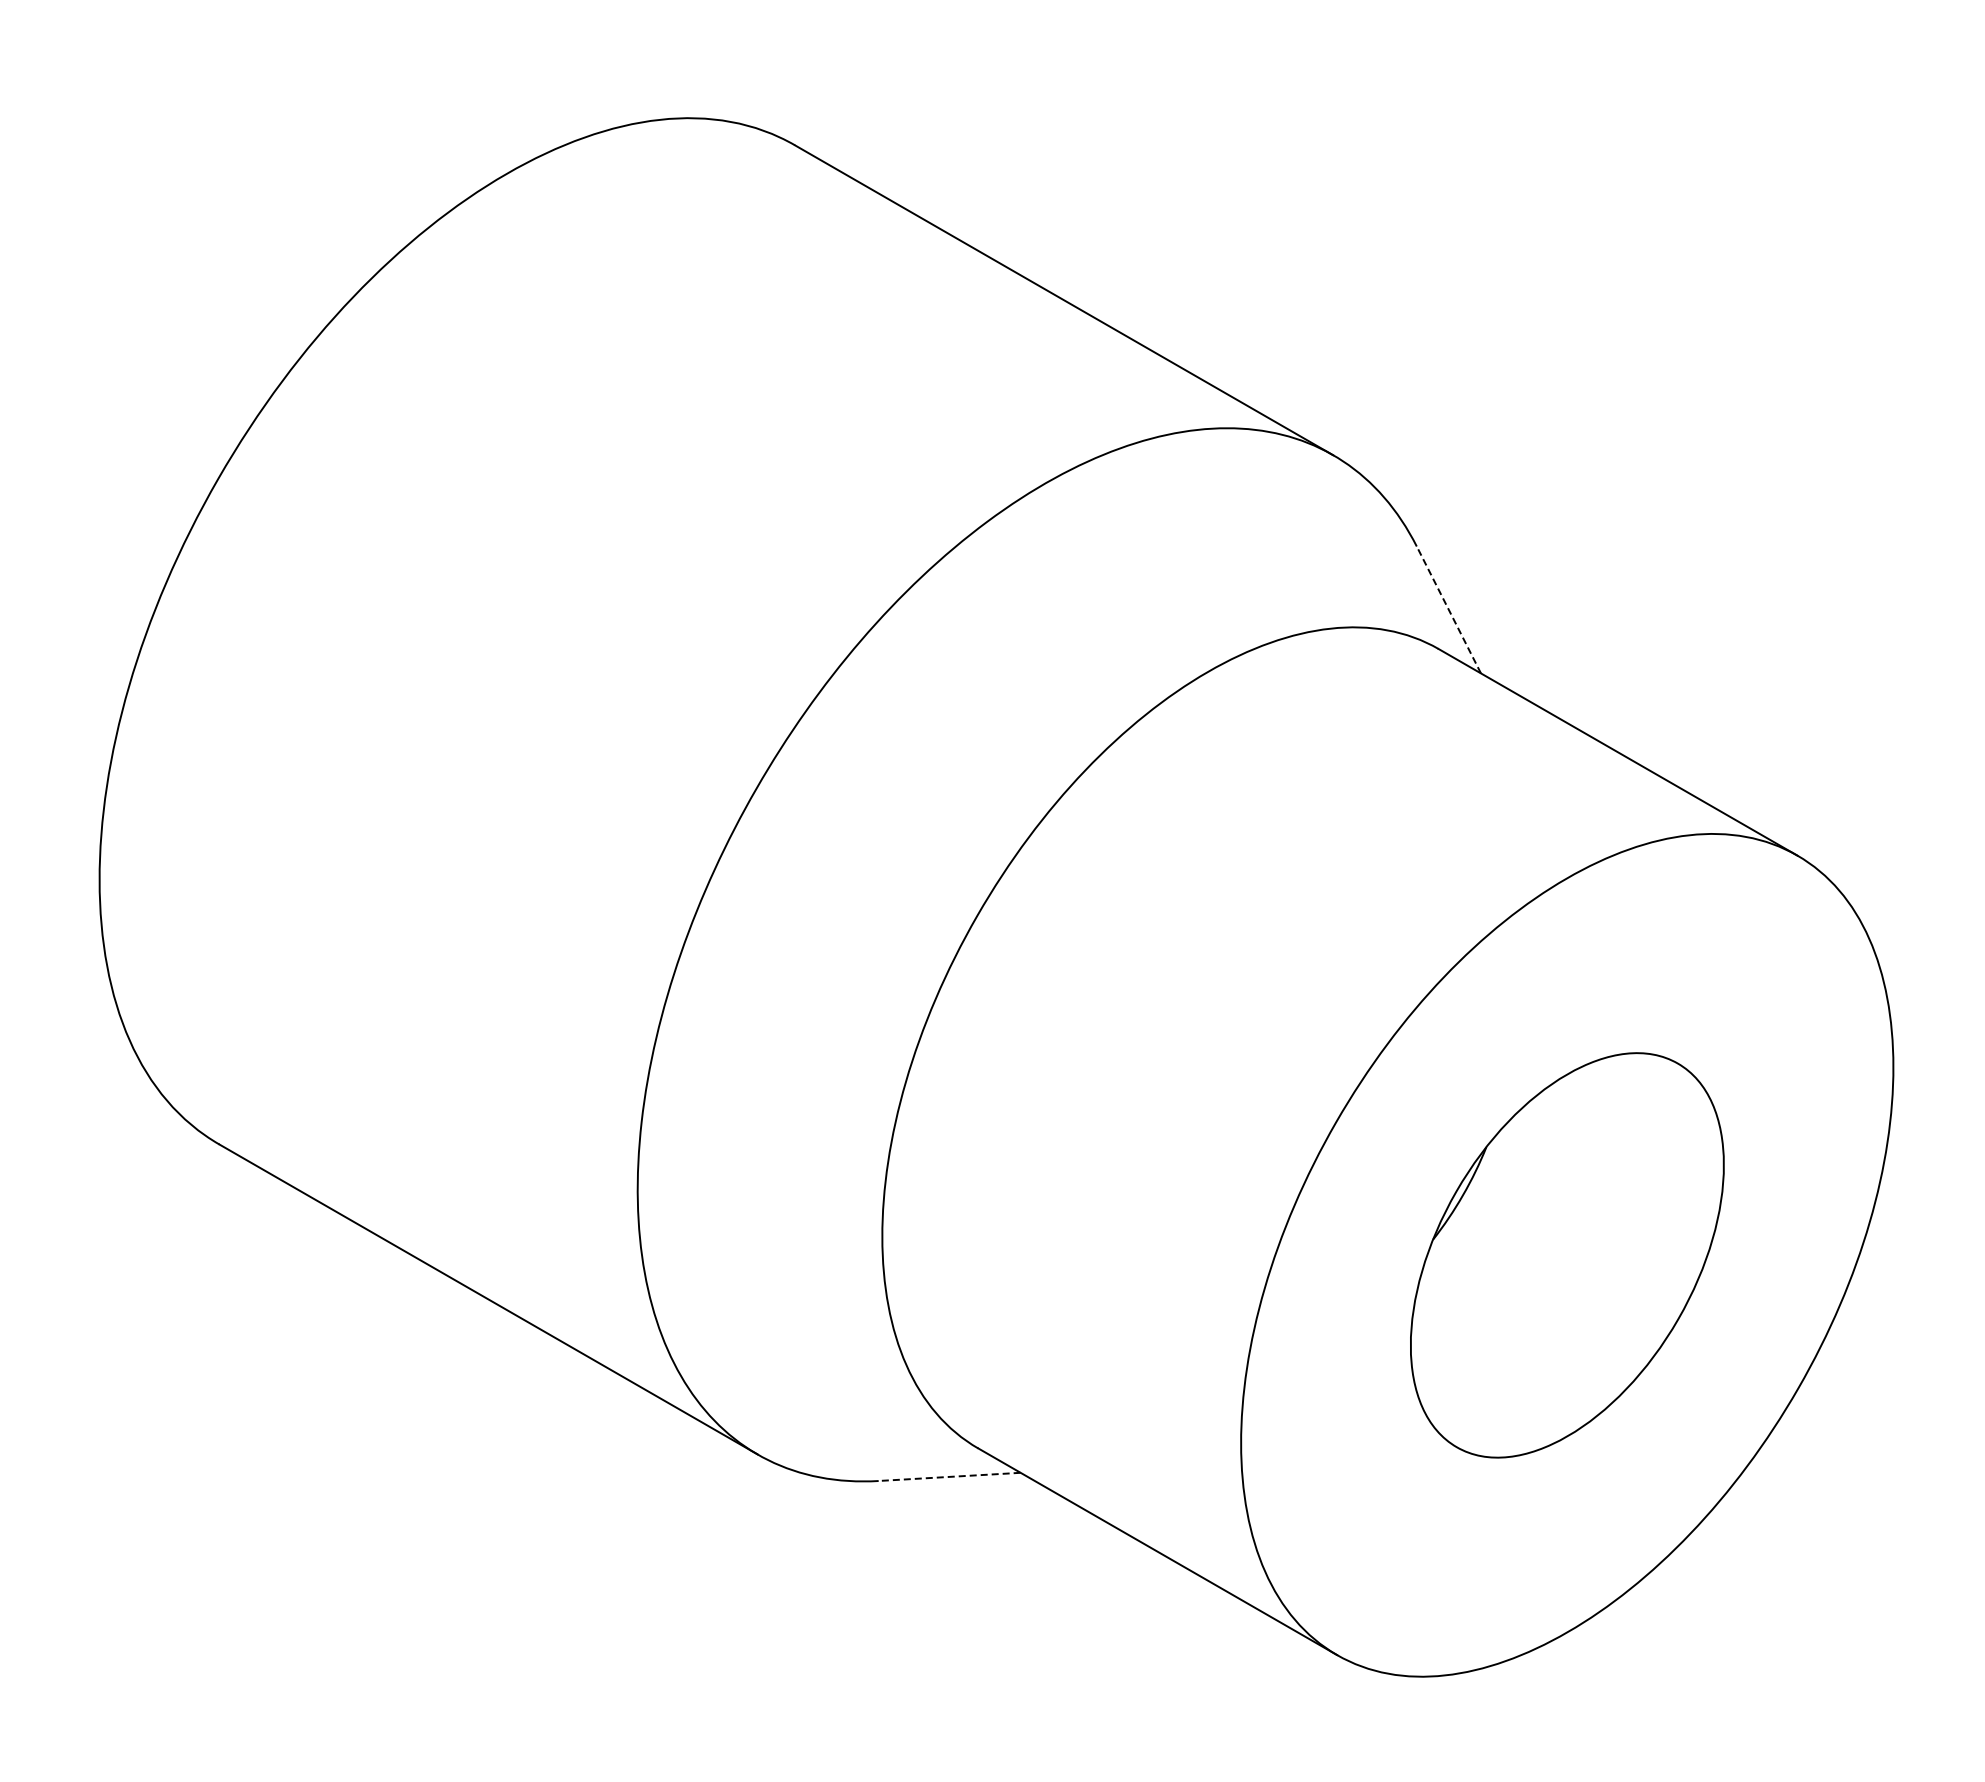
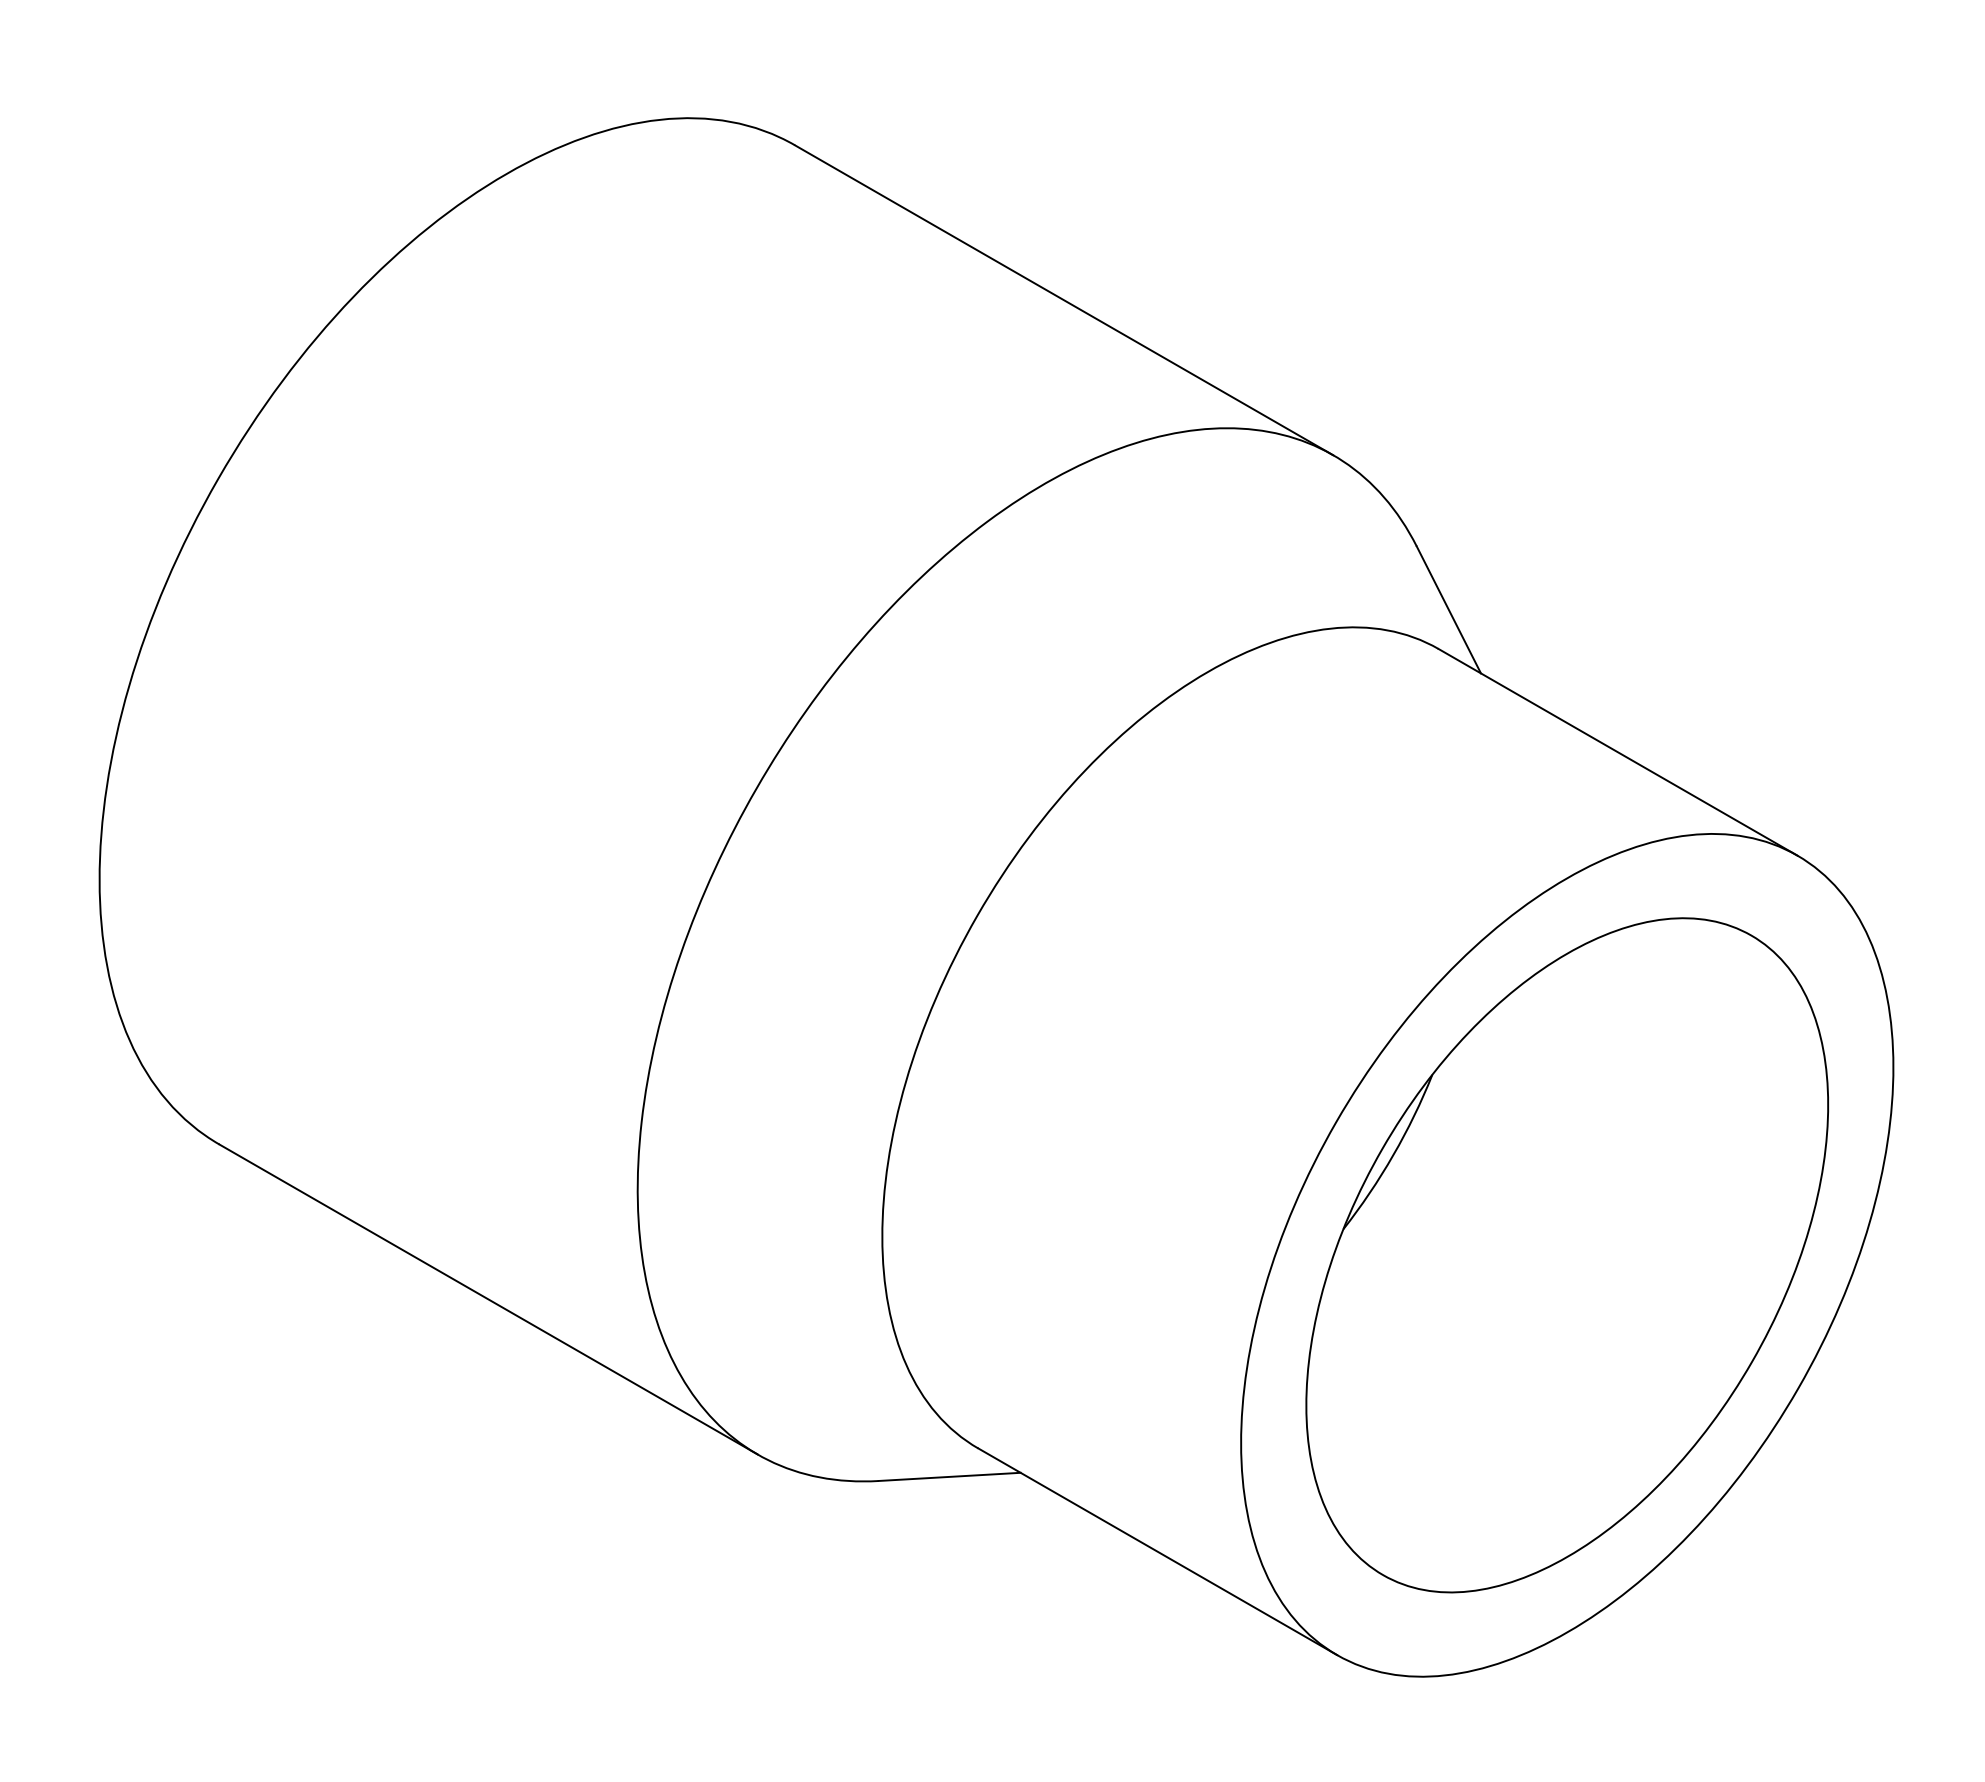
line at (1448, 609): dashed -> solid
part at (1567, 1255) size: 315x407 px -> 525x677 px
line at (949, 1476): dashed -> solid
